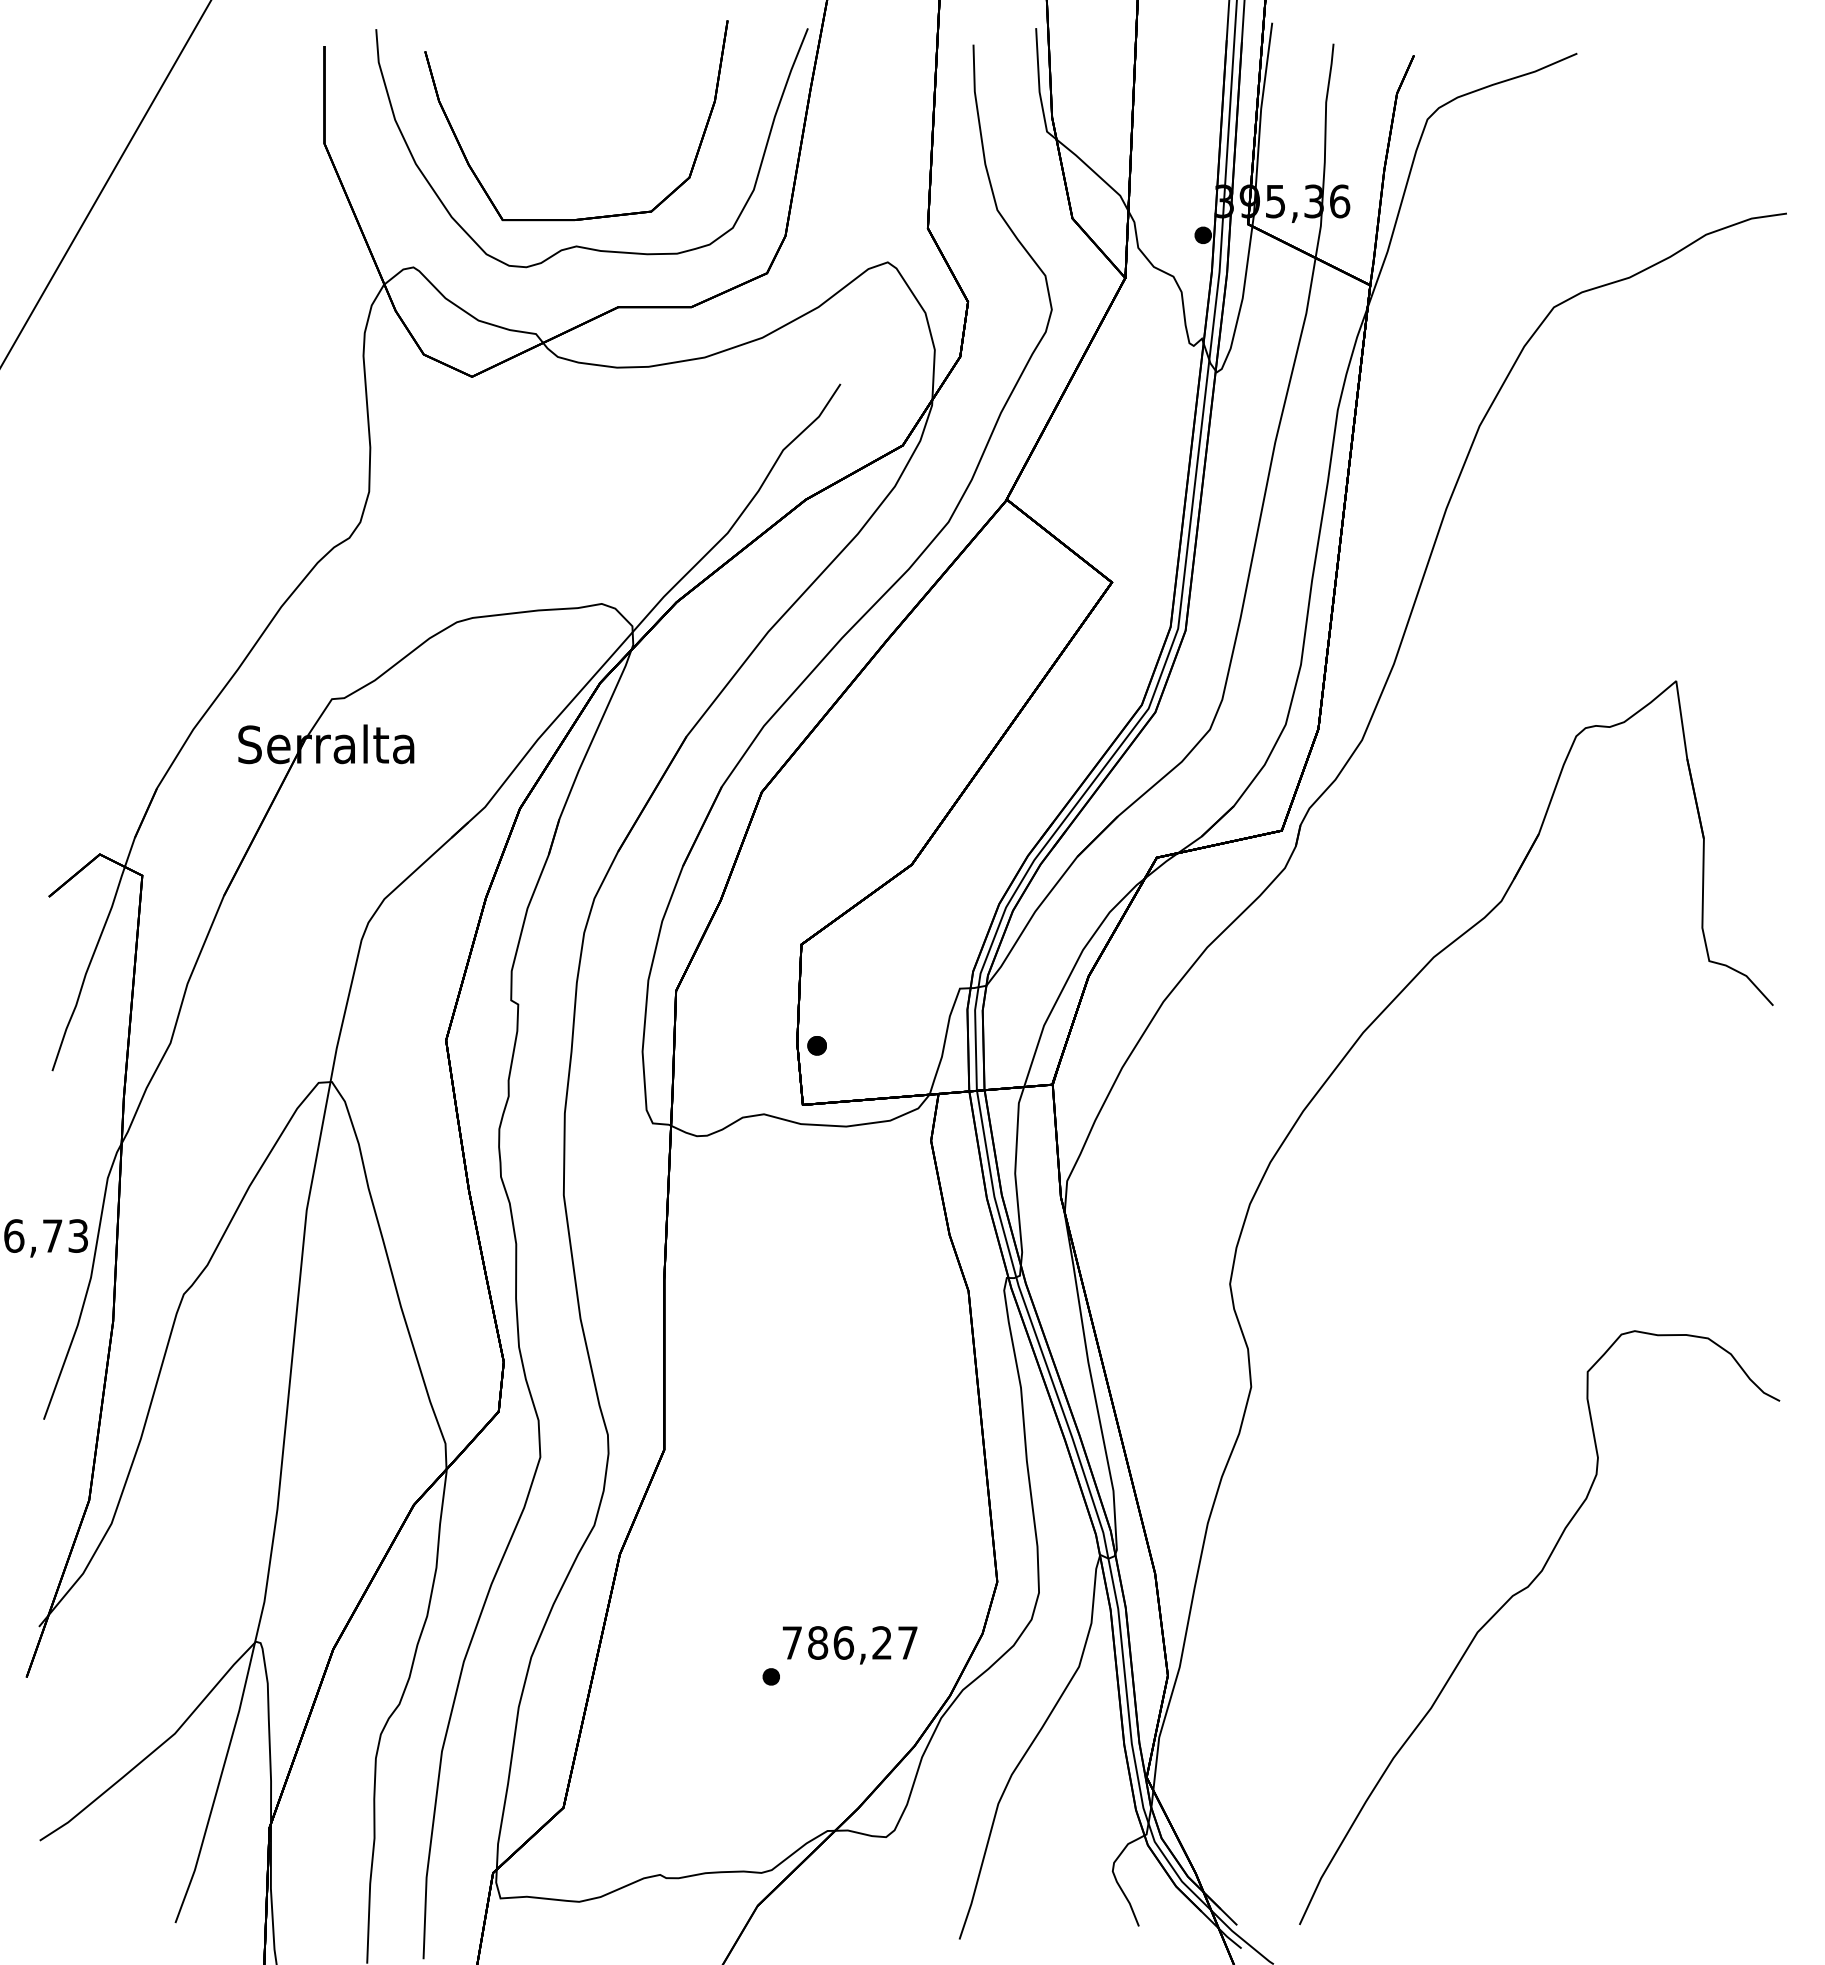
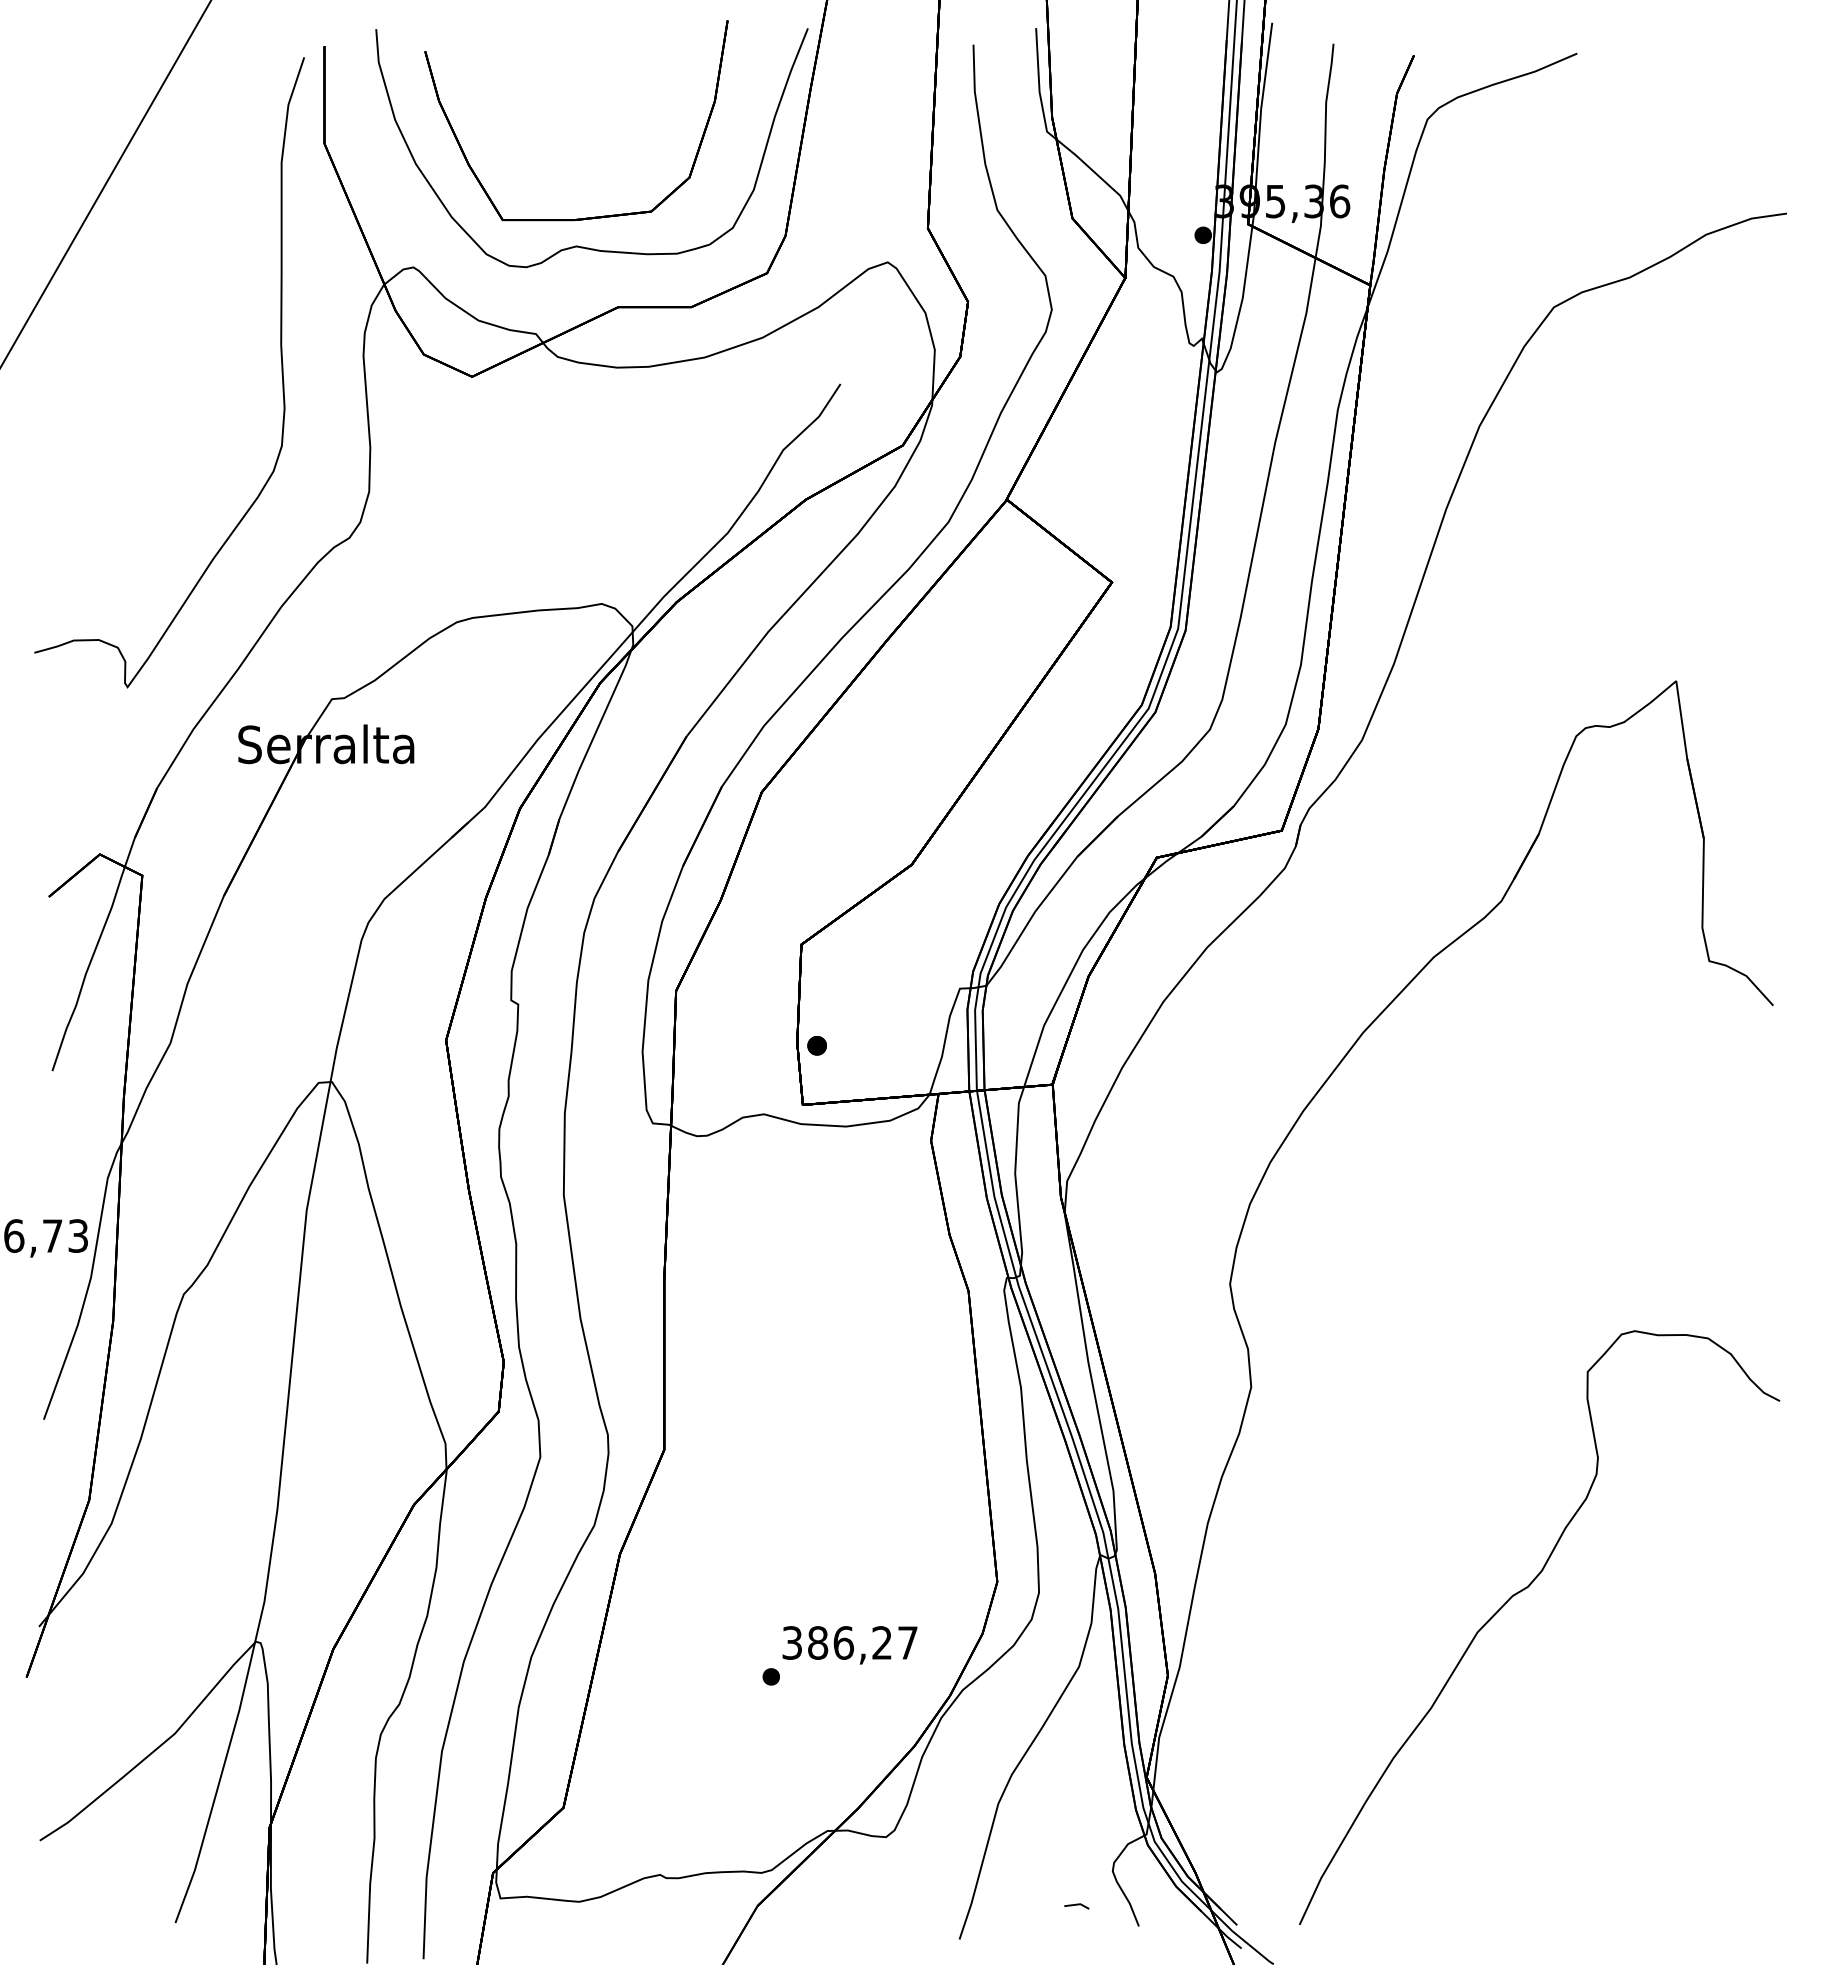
curve at (281, 372): none -> present
text at (791, 1642): 786,27 -> 386,27
line at (1076, 1905): none -> present
